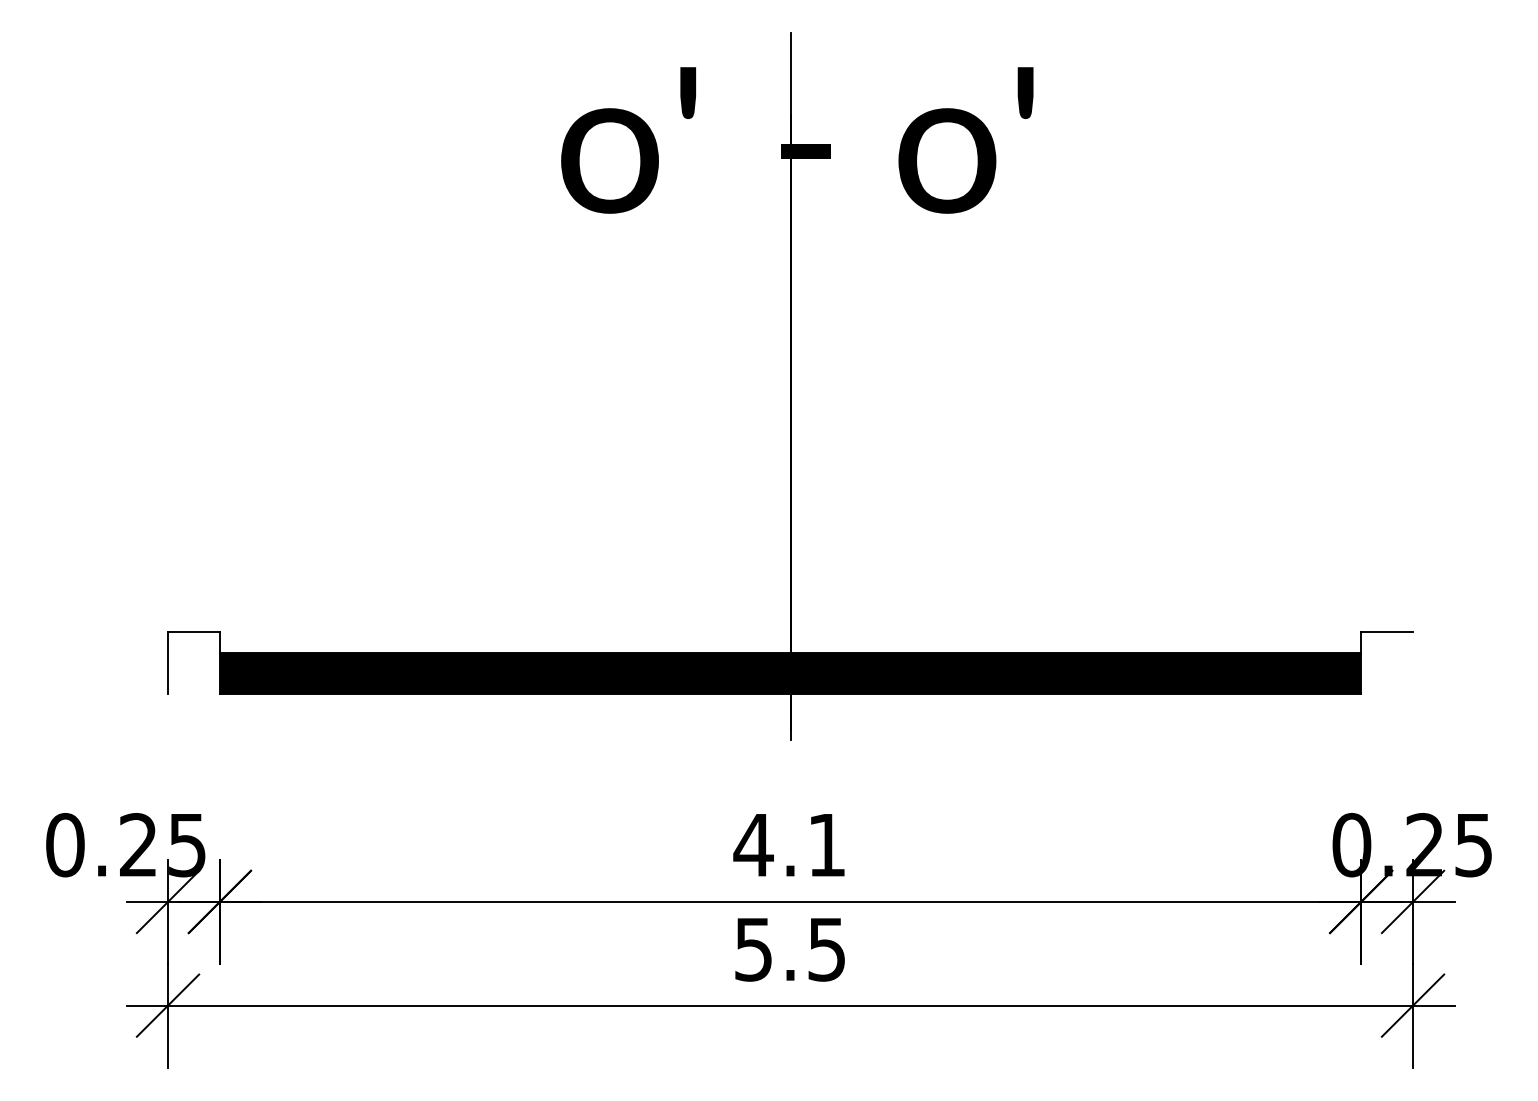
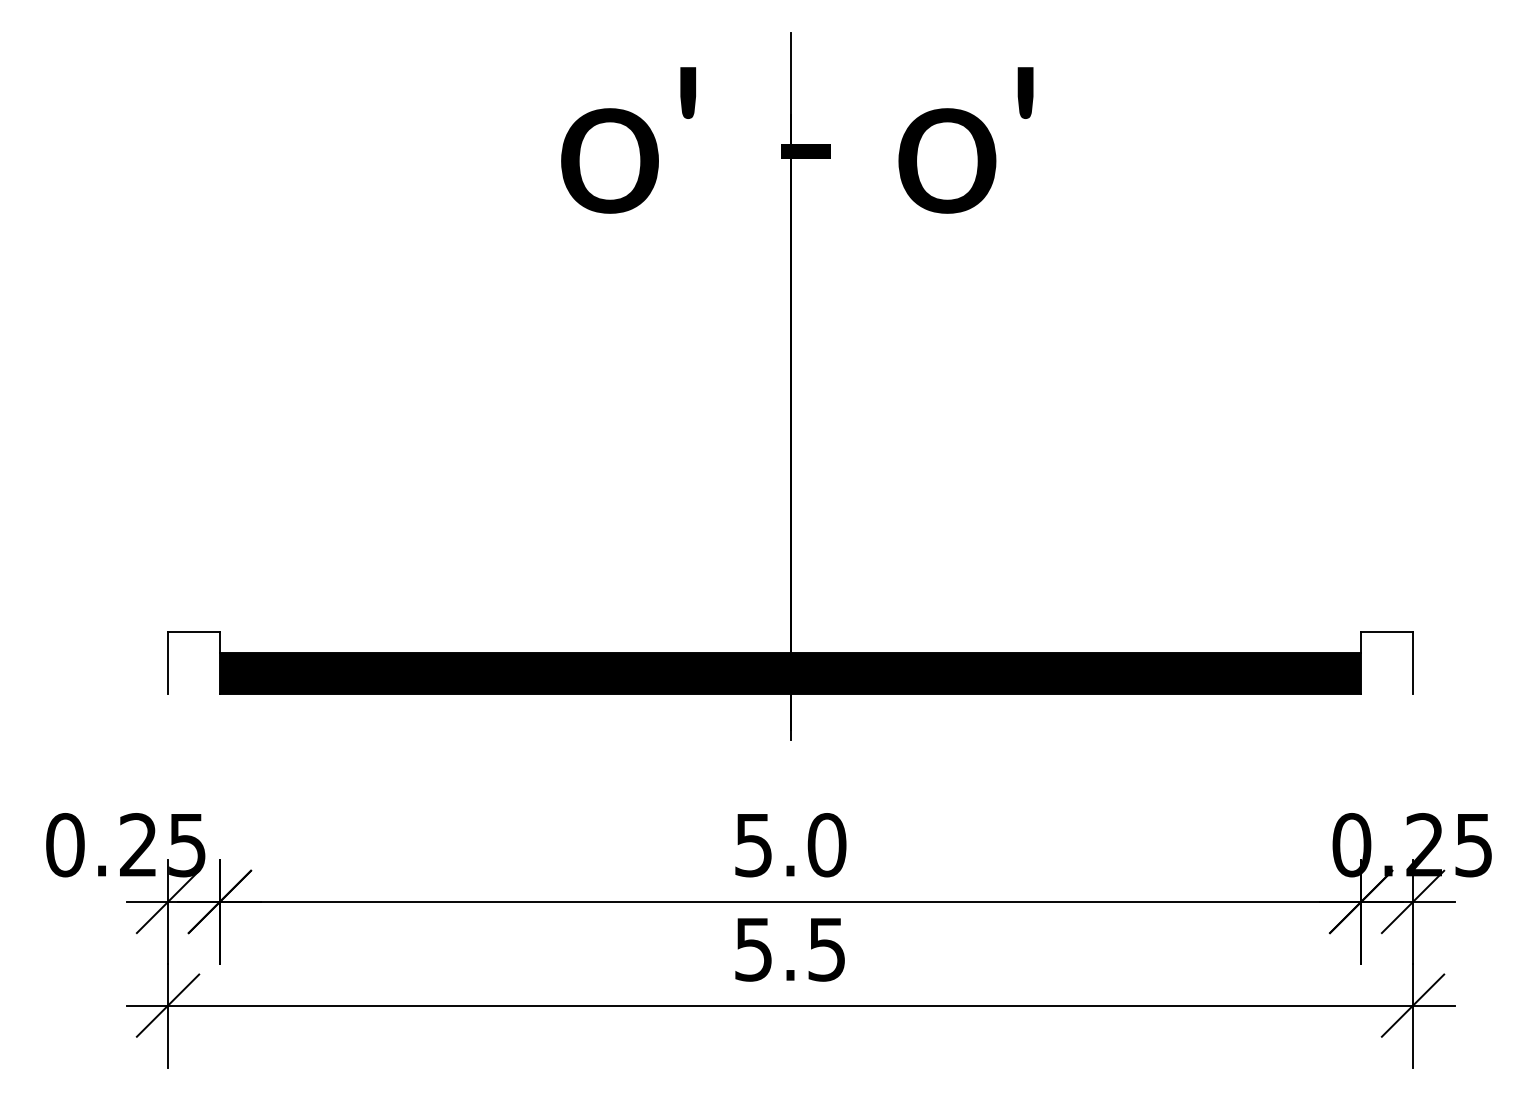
line at (1413, 663): none -> present
text at (789, 845): 4.1 -> 5.0
